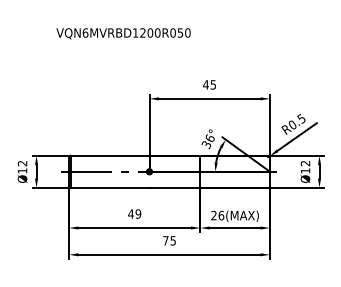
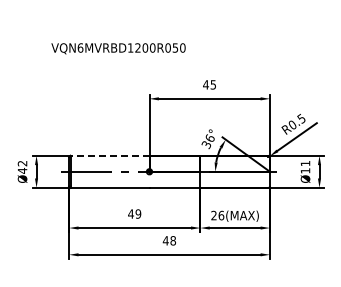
text at (123, 33) position: (123, 33) -> (118, 48)
line at (109, 155): solid -> dashed
text at (304, 163): Ø12 -> Ø11
text at (22, 170): Ø12 -> Ø42
text at (169, 240): 75 -> 48
